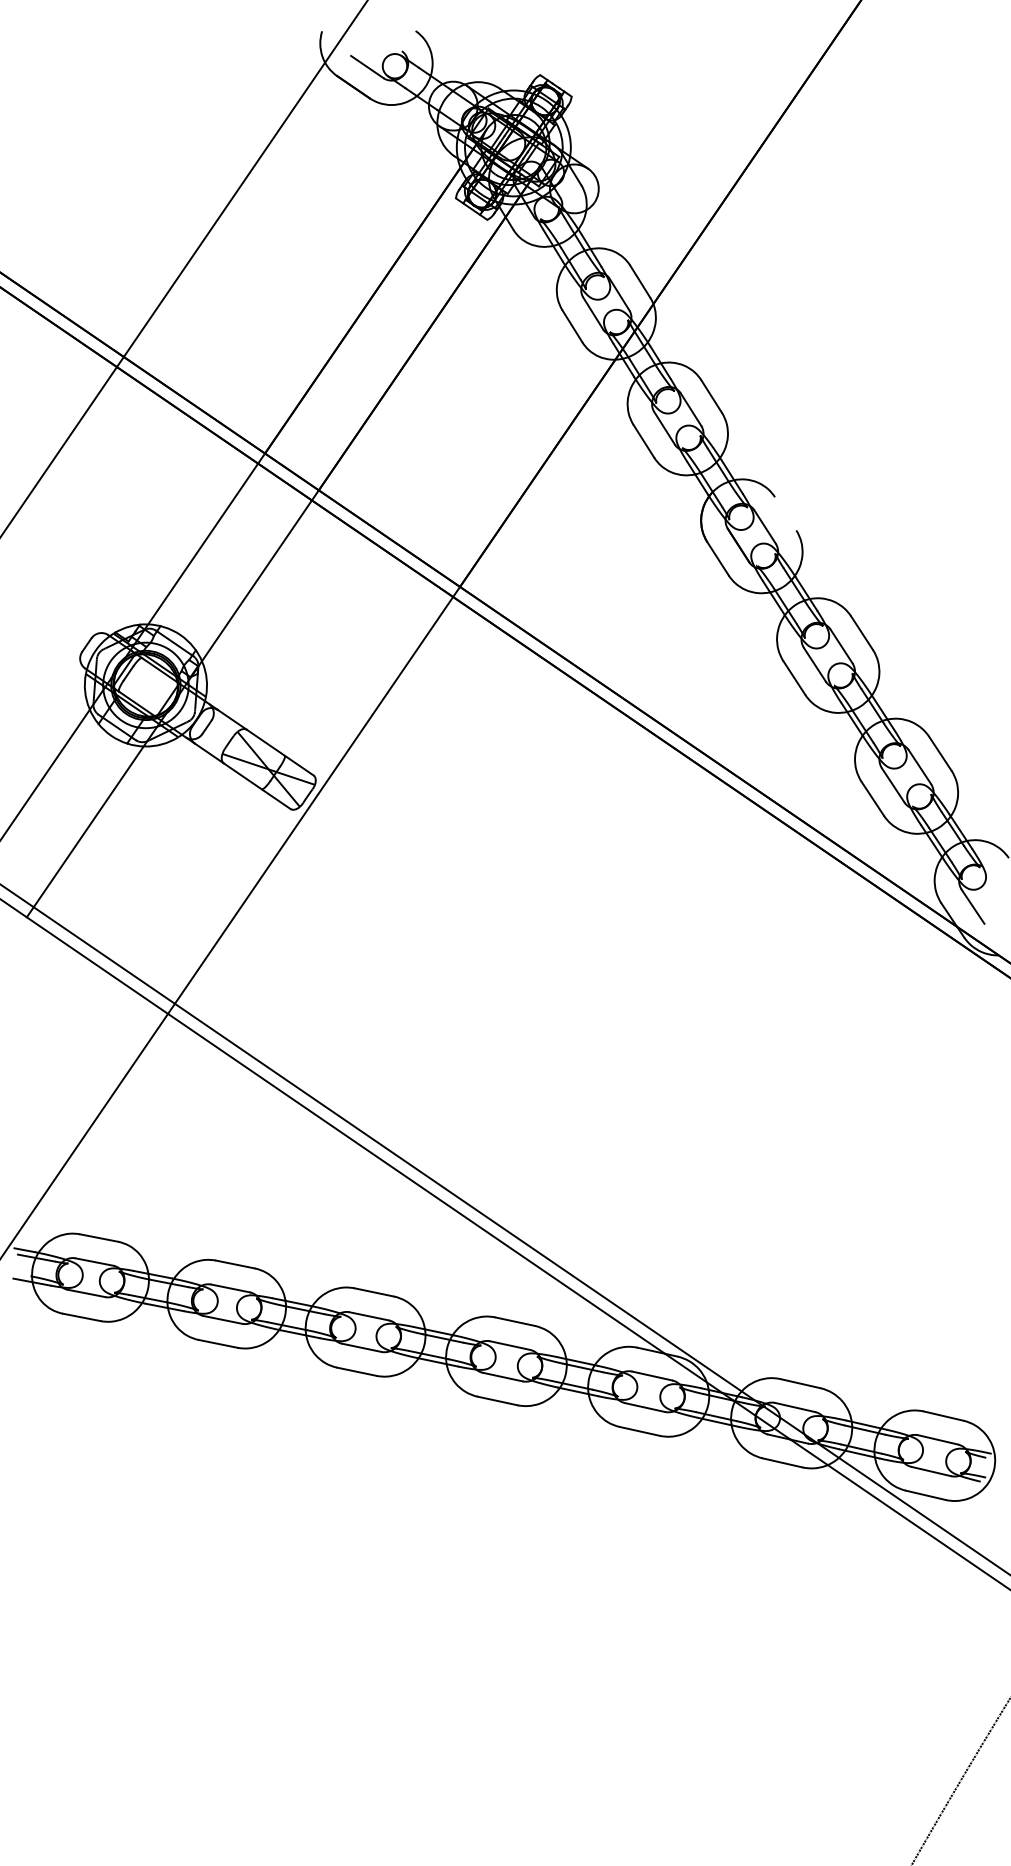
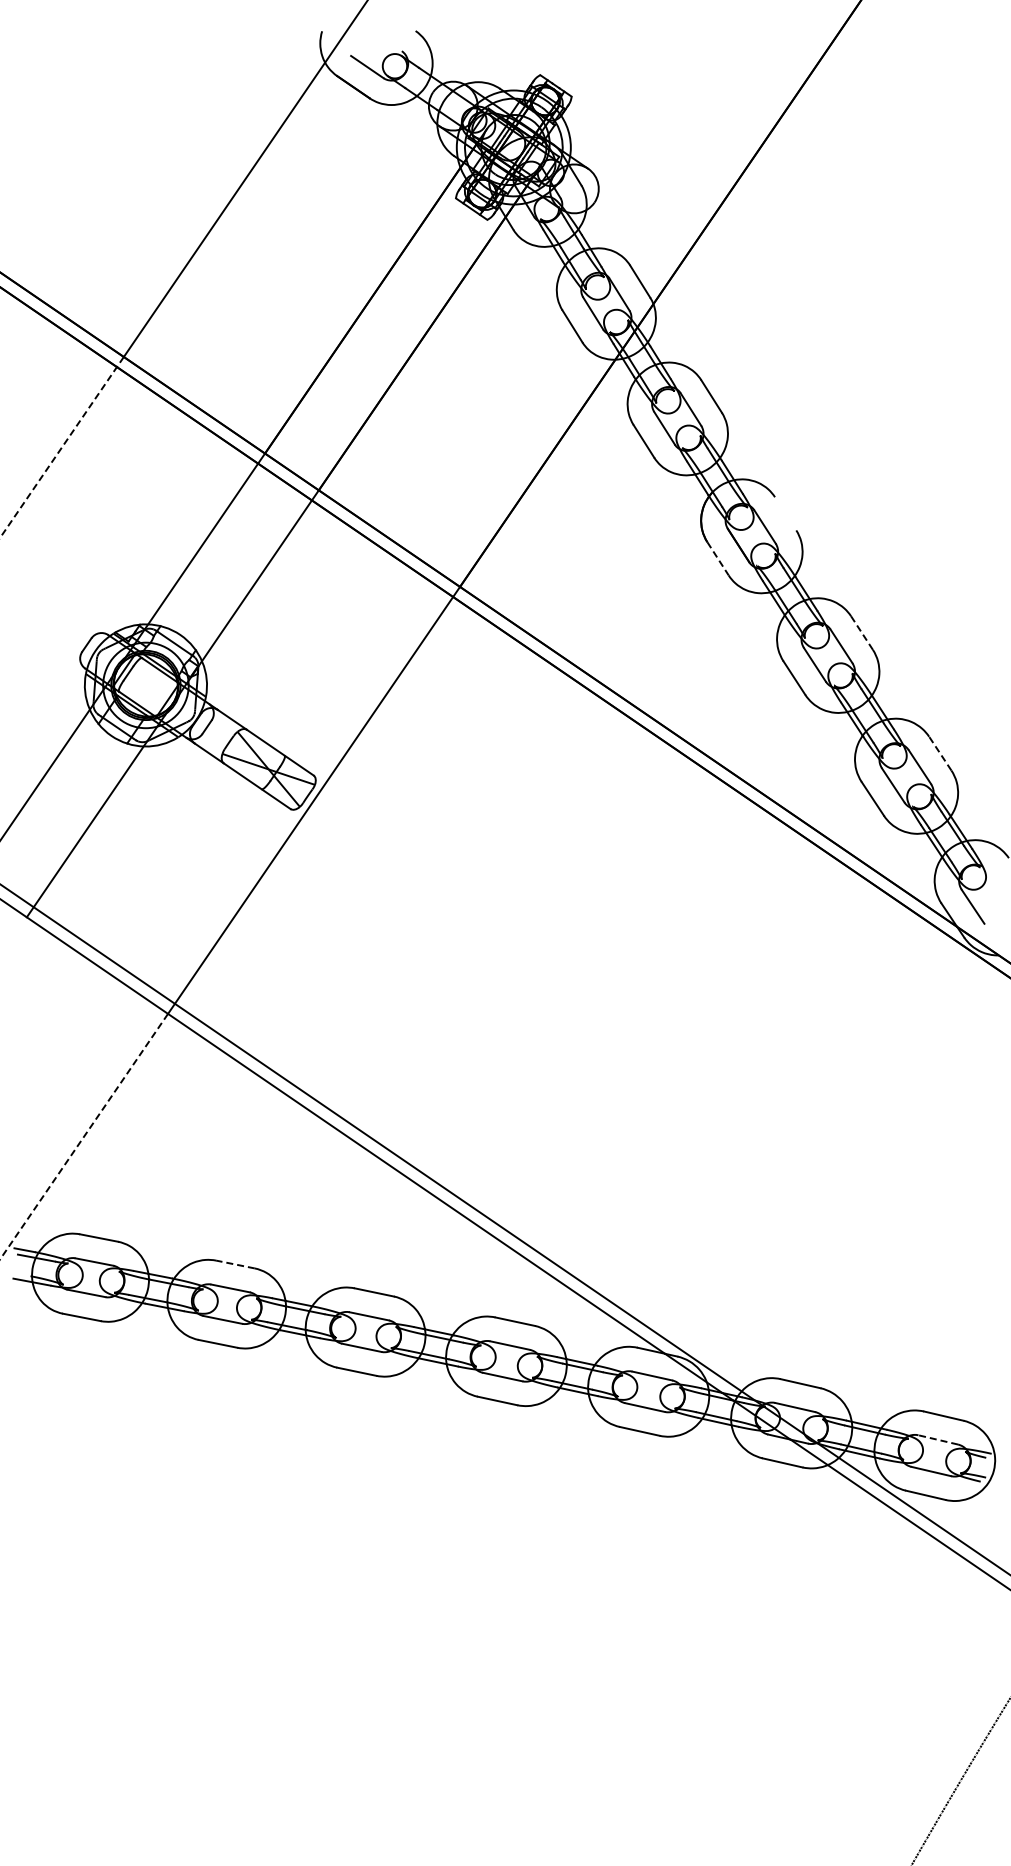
line at (61, 447): solid -> dashed
line at (718, 558): solid -> dashed
line at (862, 633): solid -> dashed
line at (940, 753): solid -> dashed
line at (83, 1136): solid -> dashed
line at (235, 1264): solid -> dashed
line at (937, 1439): solid -> dashed
